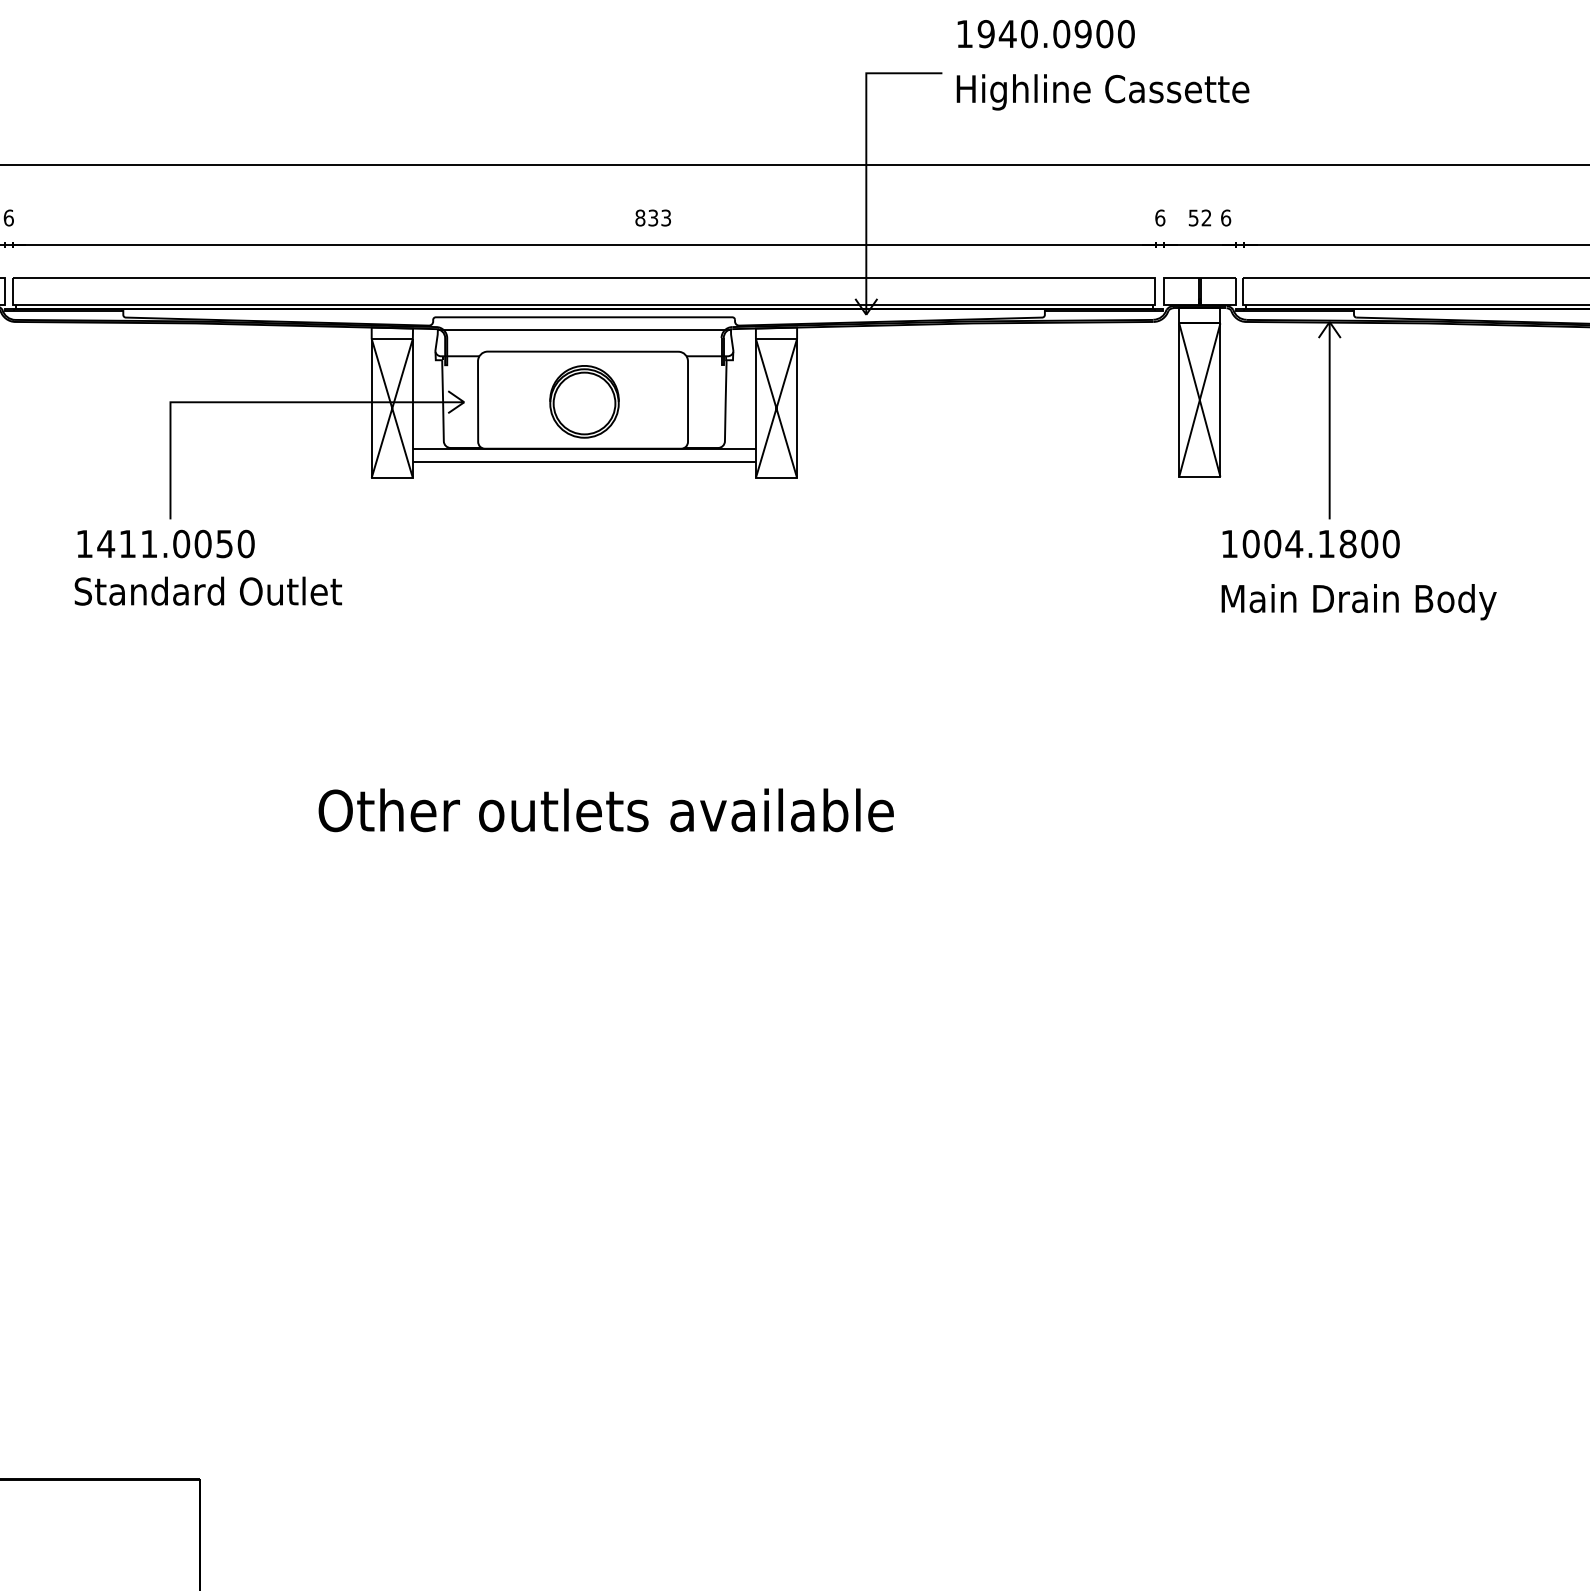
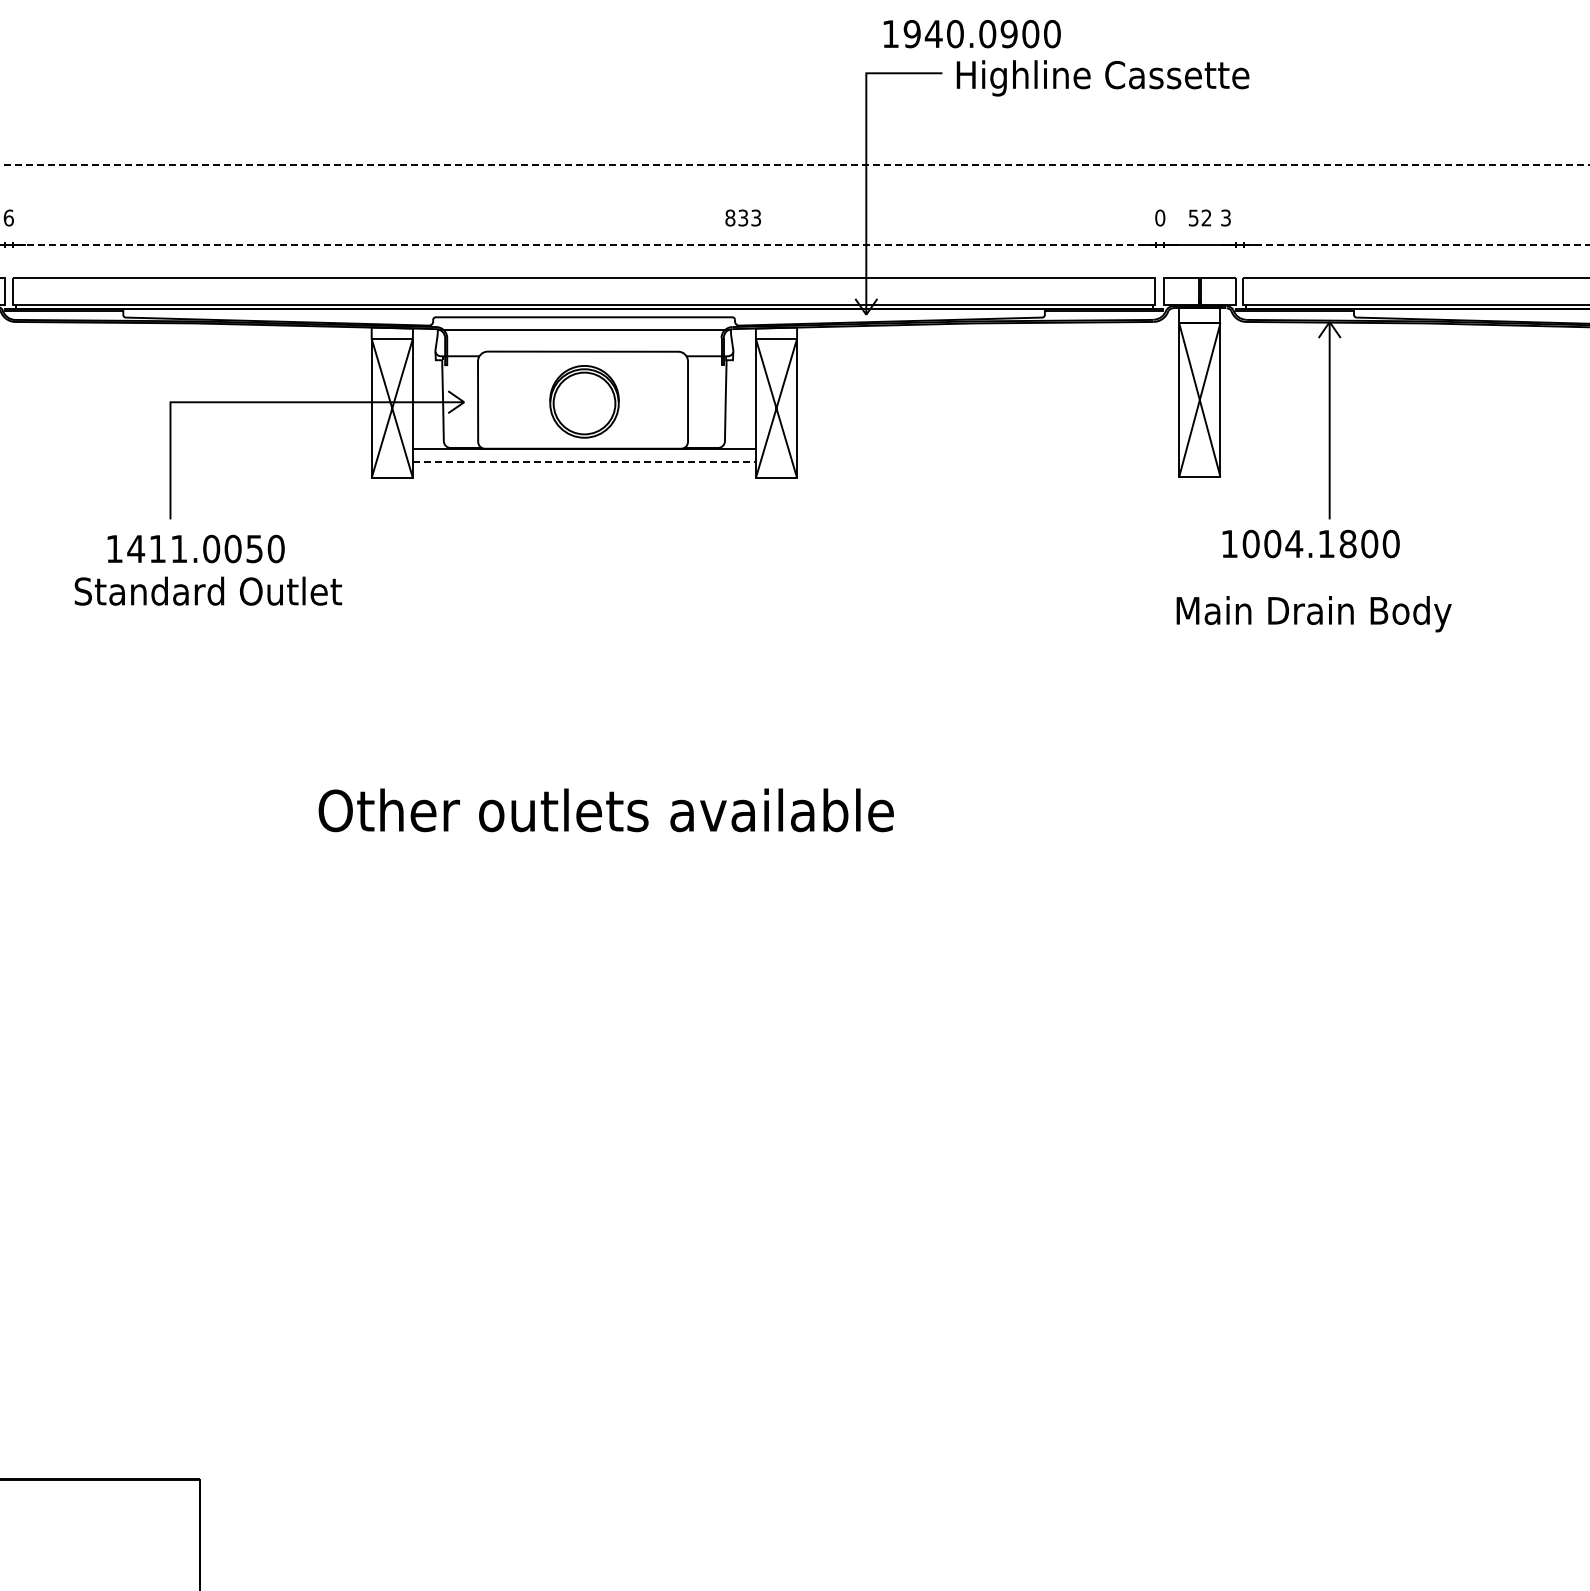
text at (1045, 34) position: (1045, 34) -> (971, 34)
text at (1102, 92) position: (1102, 92) -> (1102, 78)
line at (794, 164): solid -> dashed
text at (652, 217) position: (652, 217) -> (742, 217)
text at (1160, 217): 6 -> 0
text at (1226, 217): 6 -> 3
line at (584, 244): solid -> dashed
line at (1416, 244): solid -> dashed
line at (584, 462): solid -> dashed
text at (165, 543) position: (165, 543) -> (195, 548)
text at (1358, 602) position: (1358, 602) -> (1313, 614)
